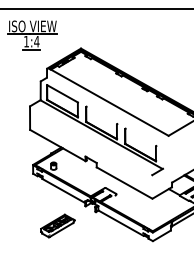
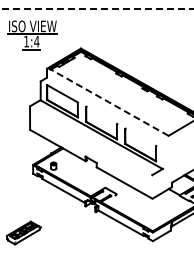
line at (97, 9): solid -> dashed
line at (108, 102): solid -> dashed
part at (57, 225) position: (57, 225) -> (23, 232)
